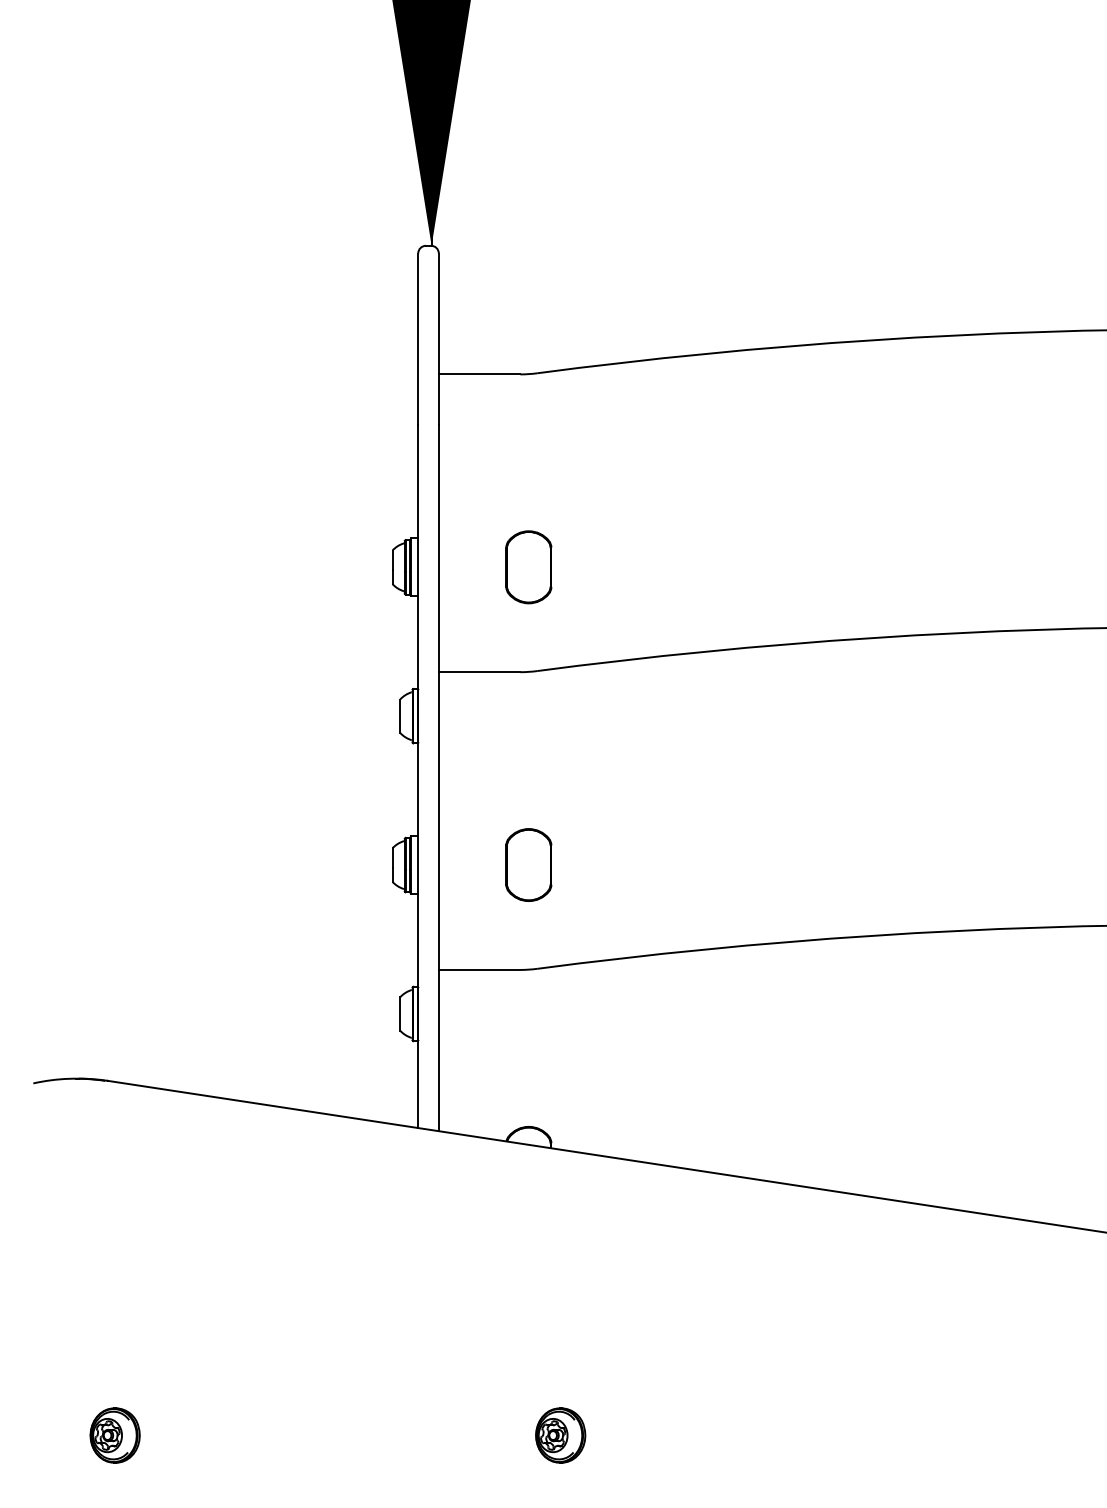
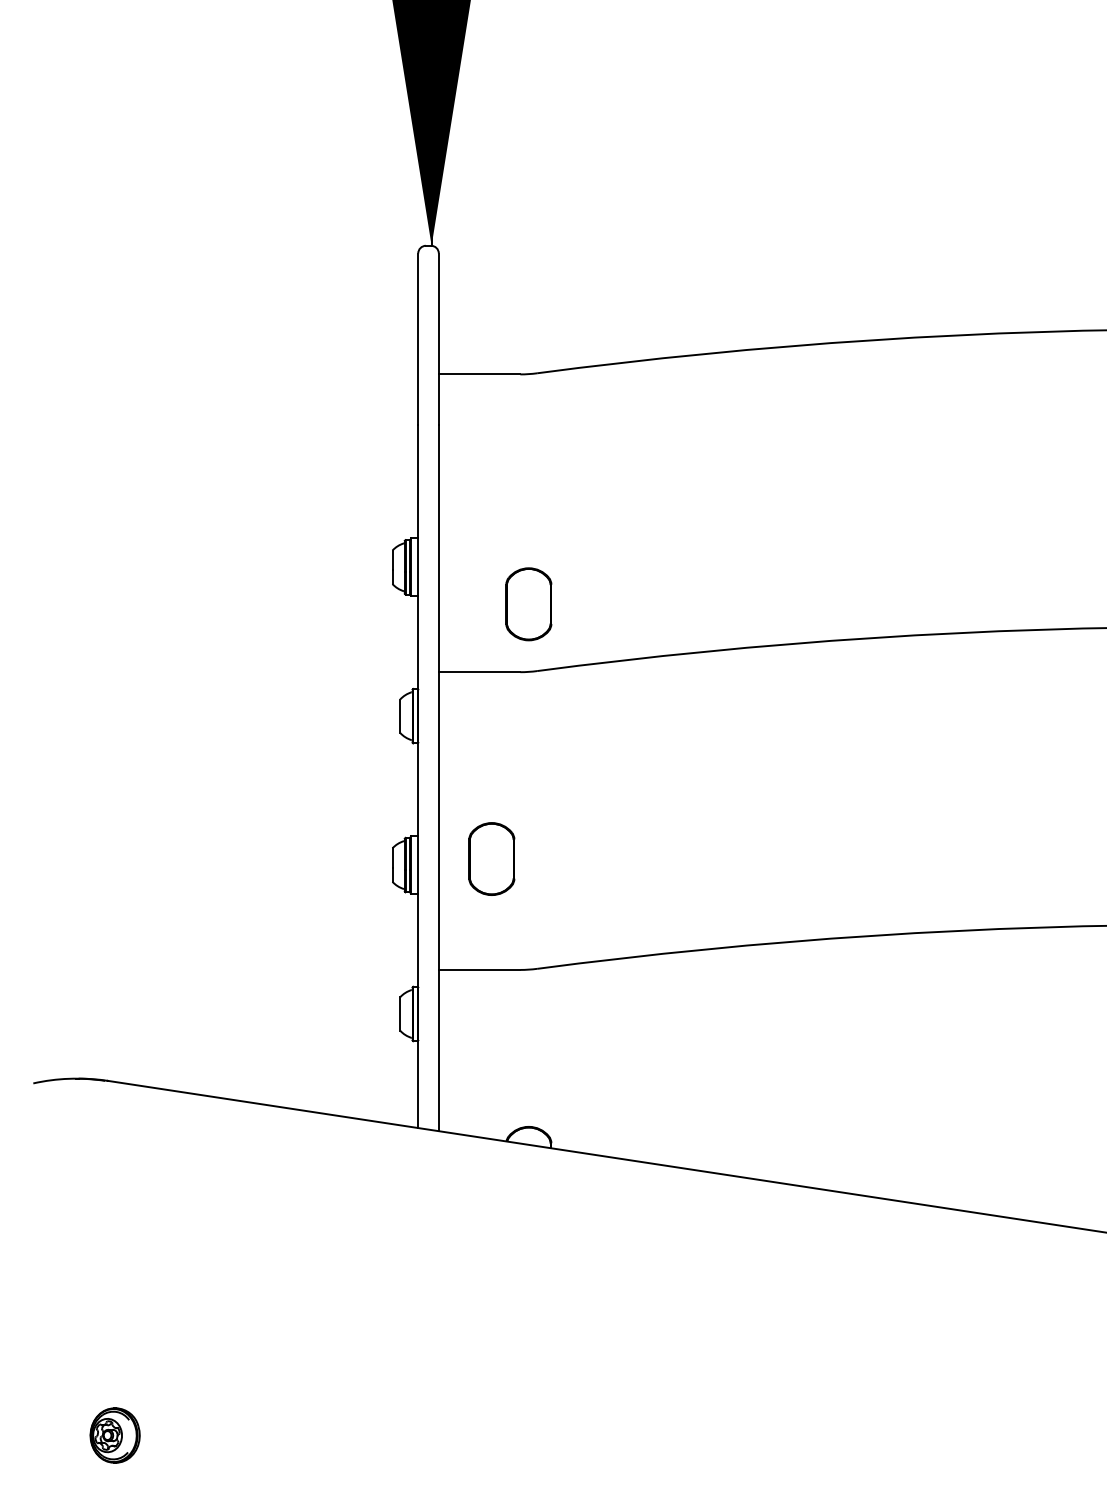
part at (528, 567) position: (528, 567) -> (528, 604)
part at (528, 864) position: (528, 864) -> (491, 858)
part at (560, 1435): present -> none
